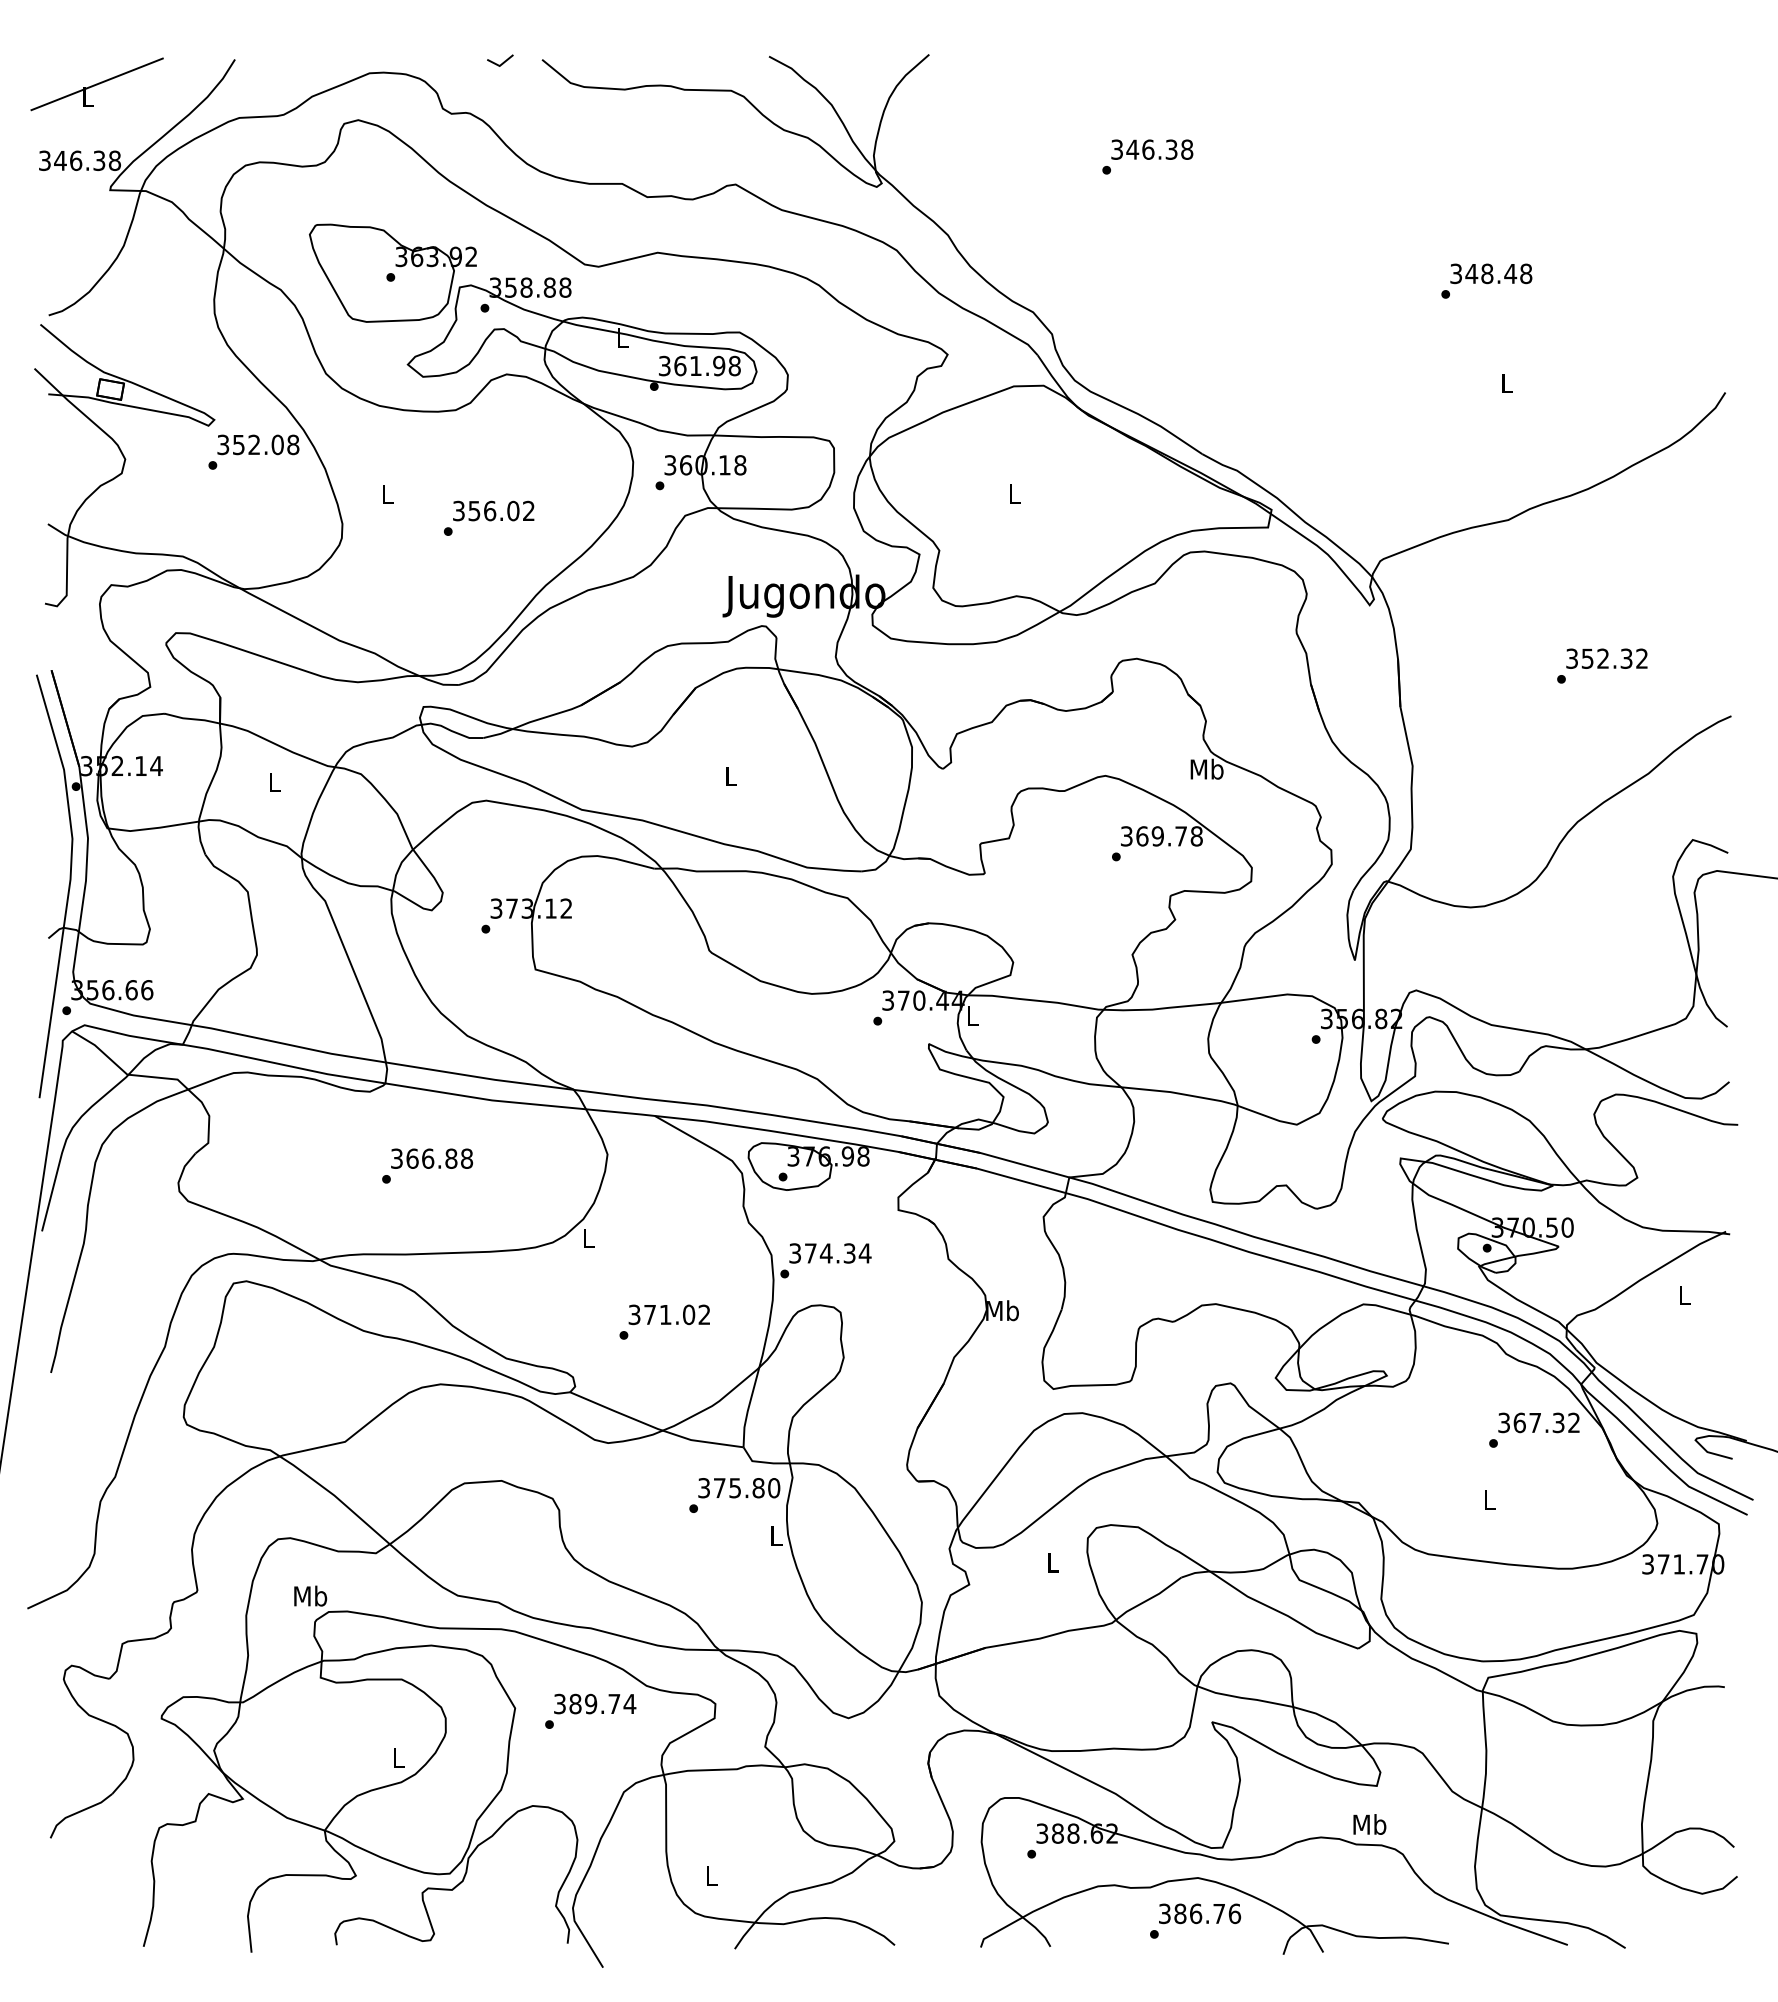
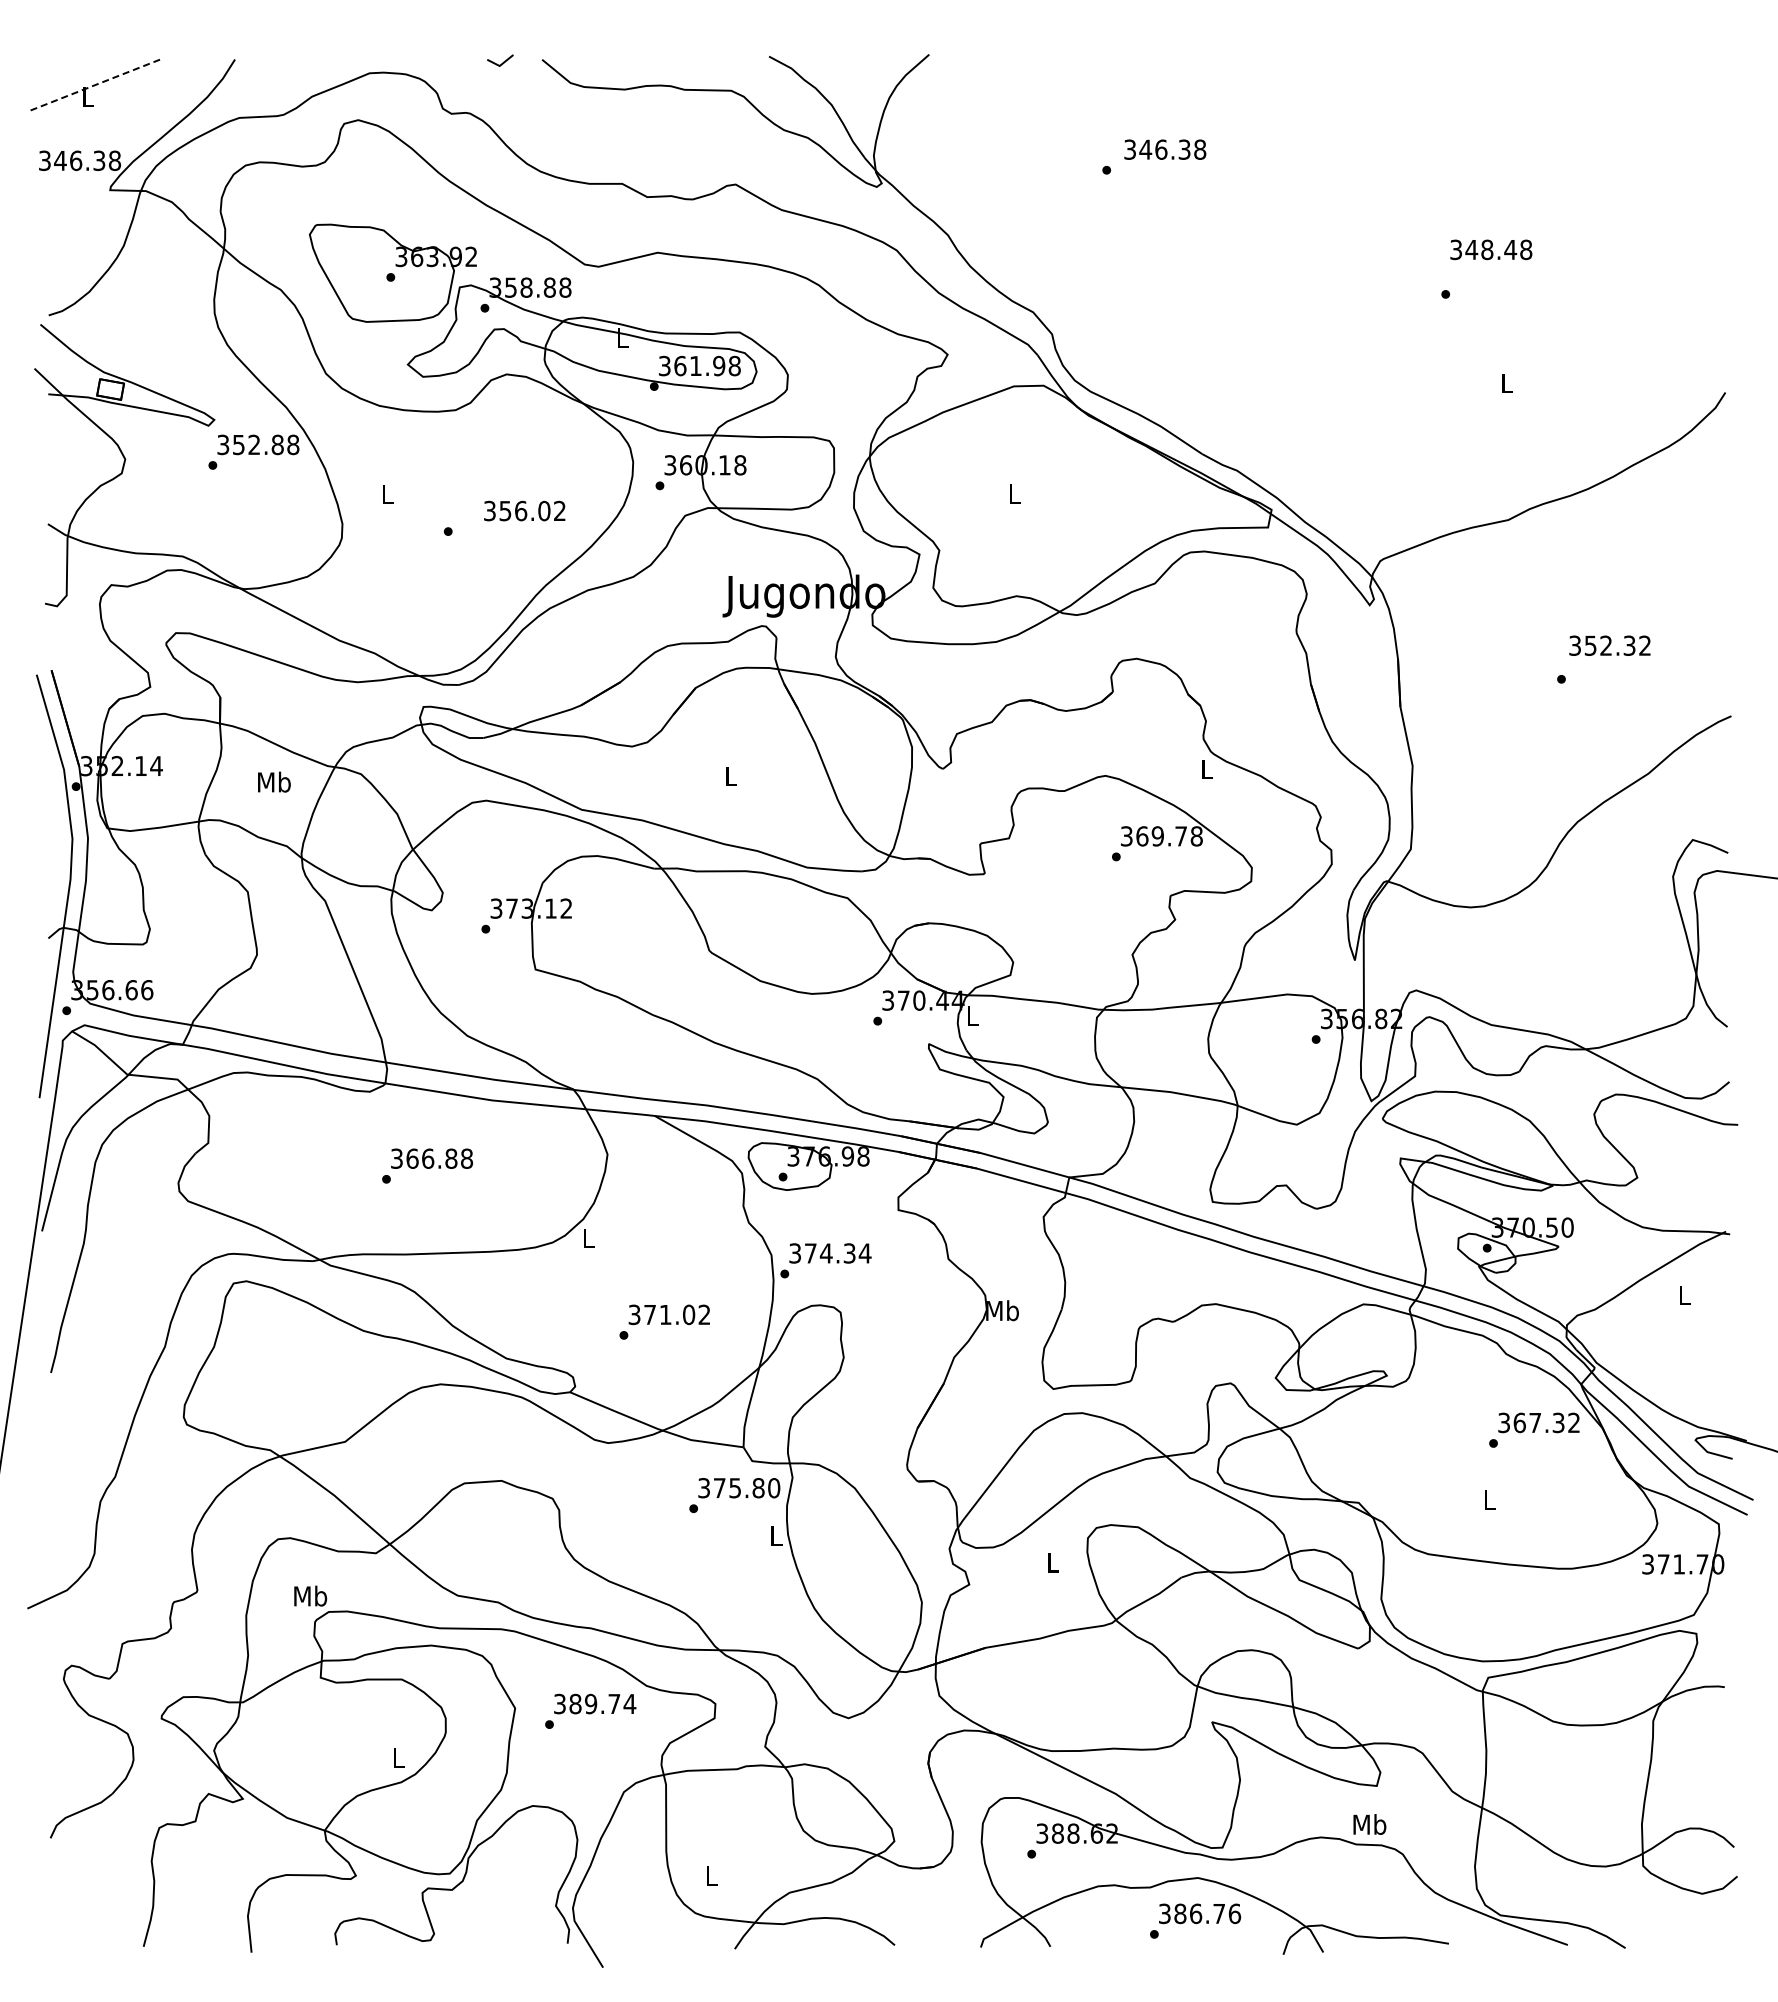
line at (97, 84): solid -> dashed
text at (1152, 149) position: (1152, 149) -> (1165, 149)
text at (1491, 273) position: (1491, 273) -> (1491, 249)
text at (277, 444): 352.08 -> 352.88
text at (493, 510) position: (493, 510) -> (524, 510)
text at (1606, 658) position: (1606, 658) -> (1609, 645)
text at (1206, 768): Mb -> L
text at (274, 781): L -> Mb
